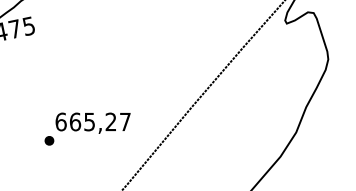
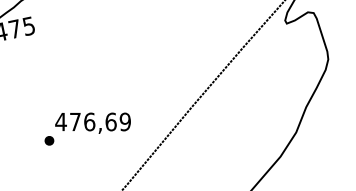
text at (92, 121): 665,27 -> 476,69
